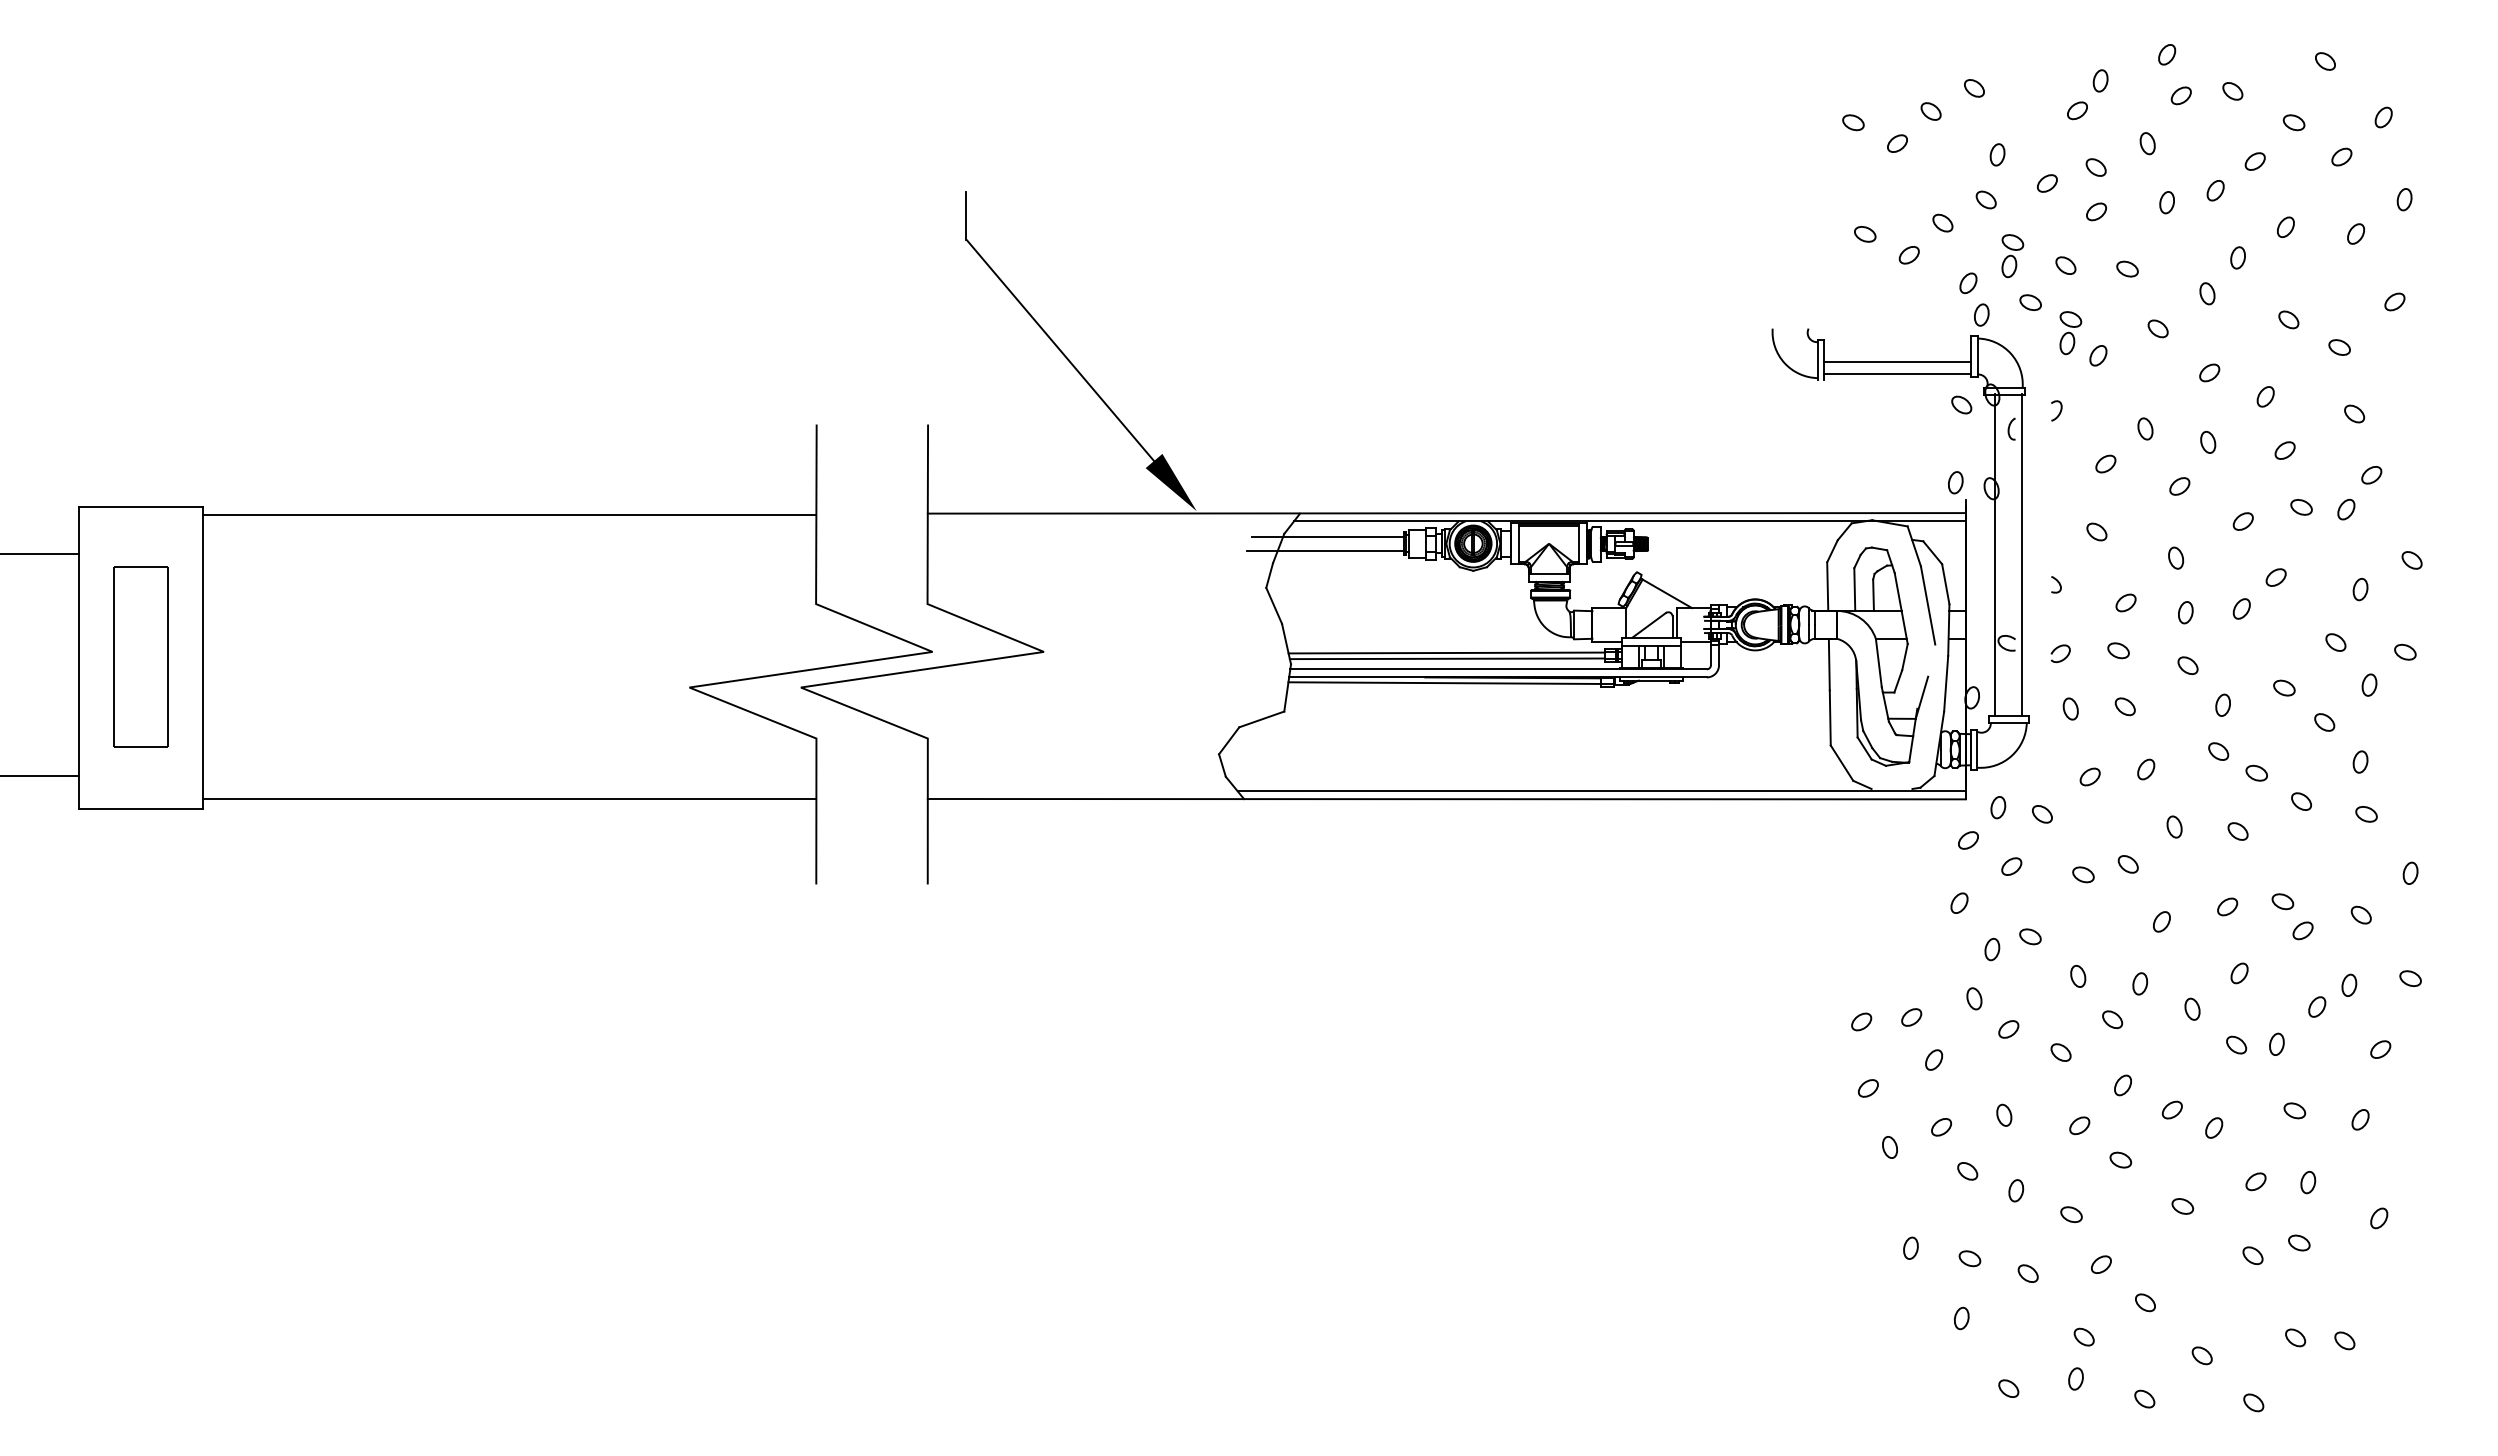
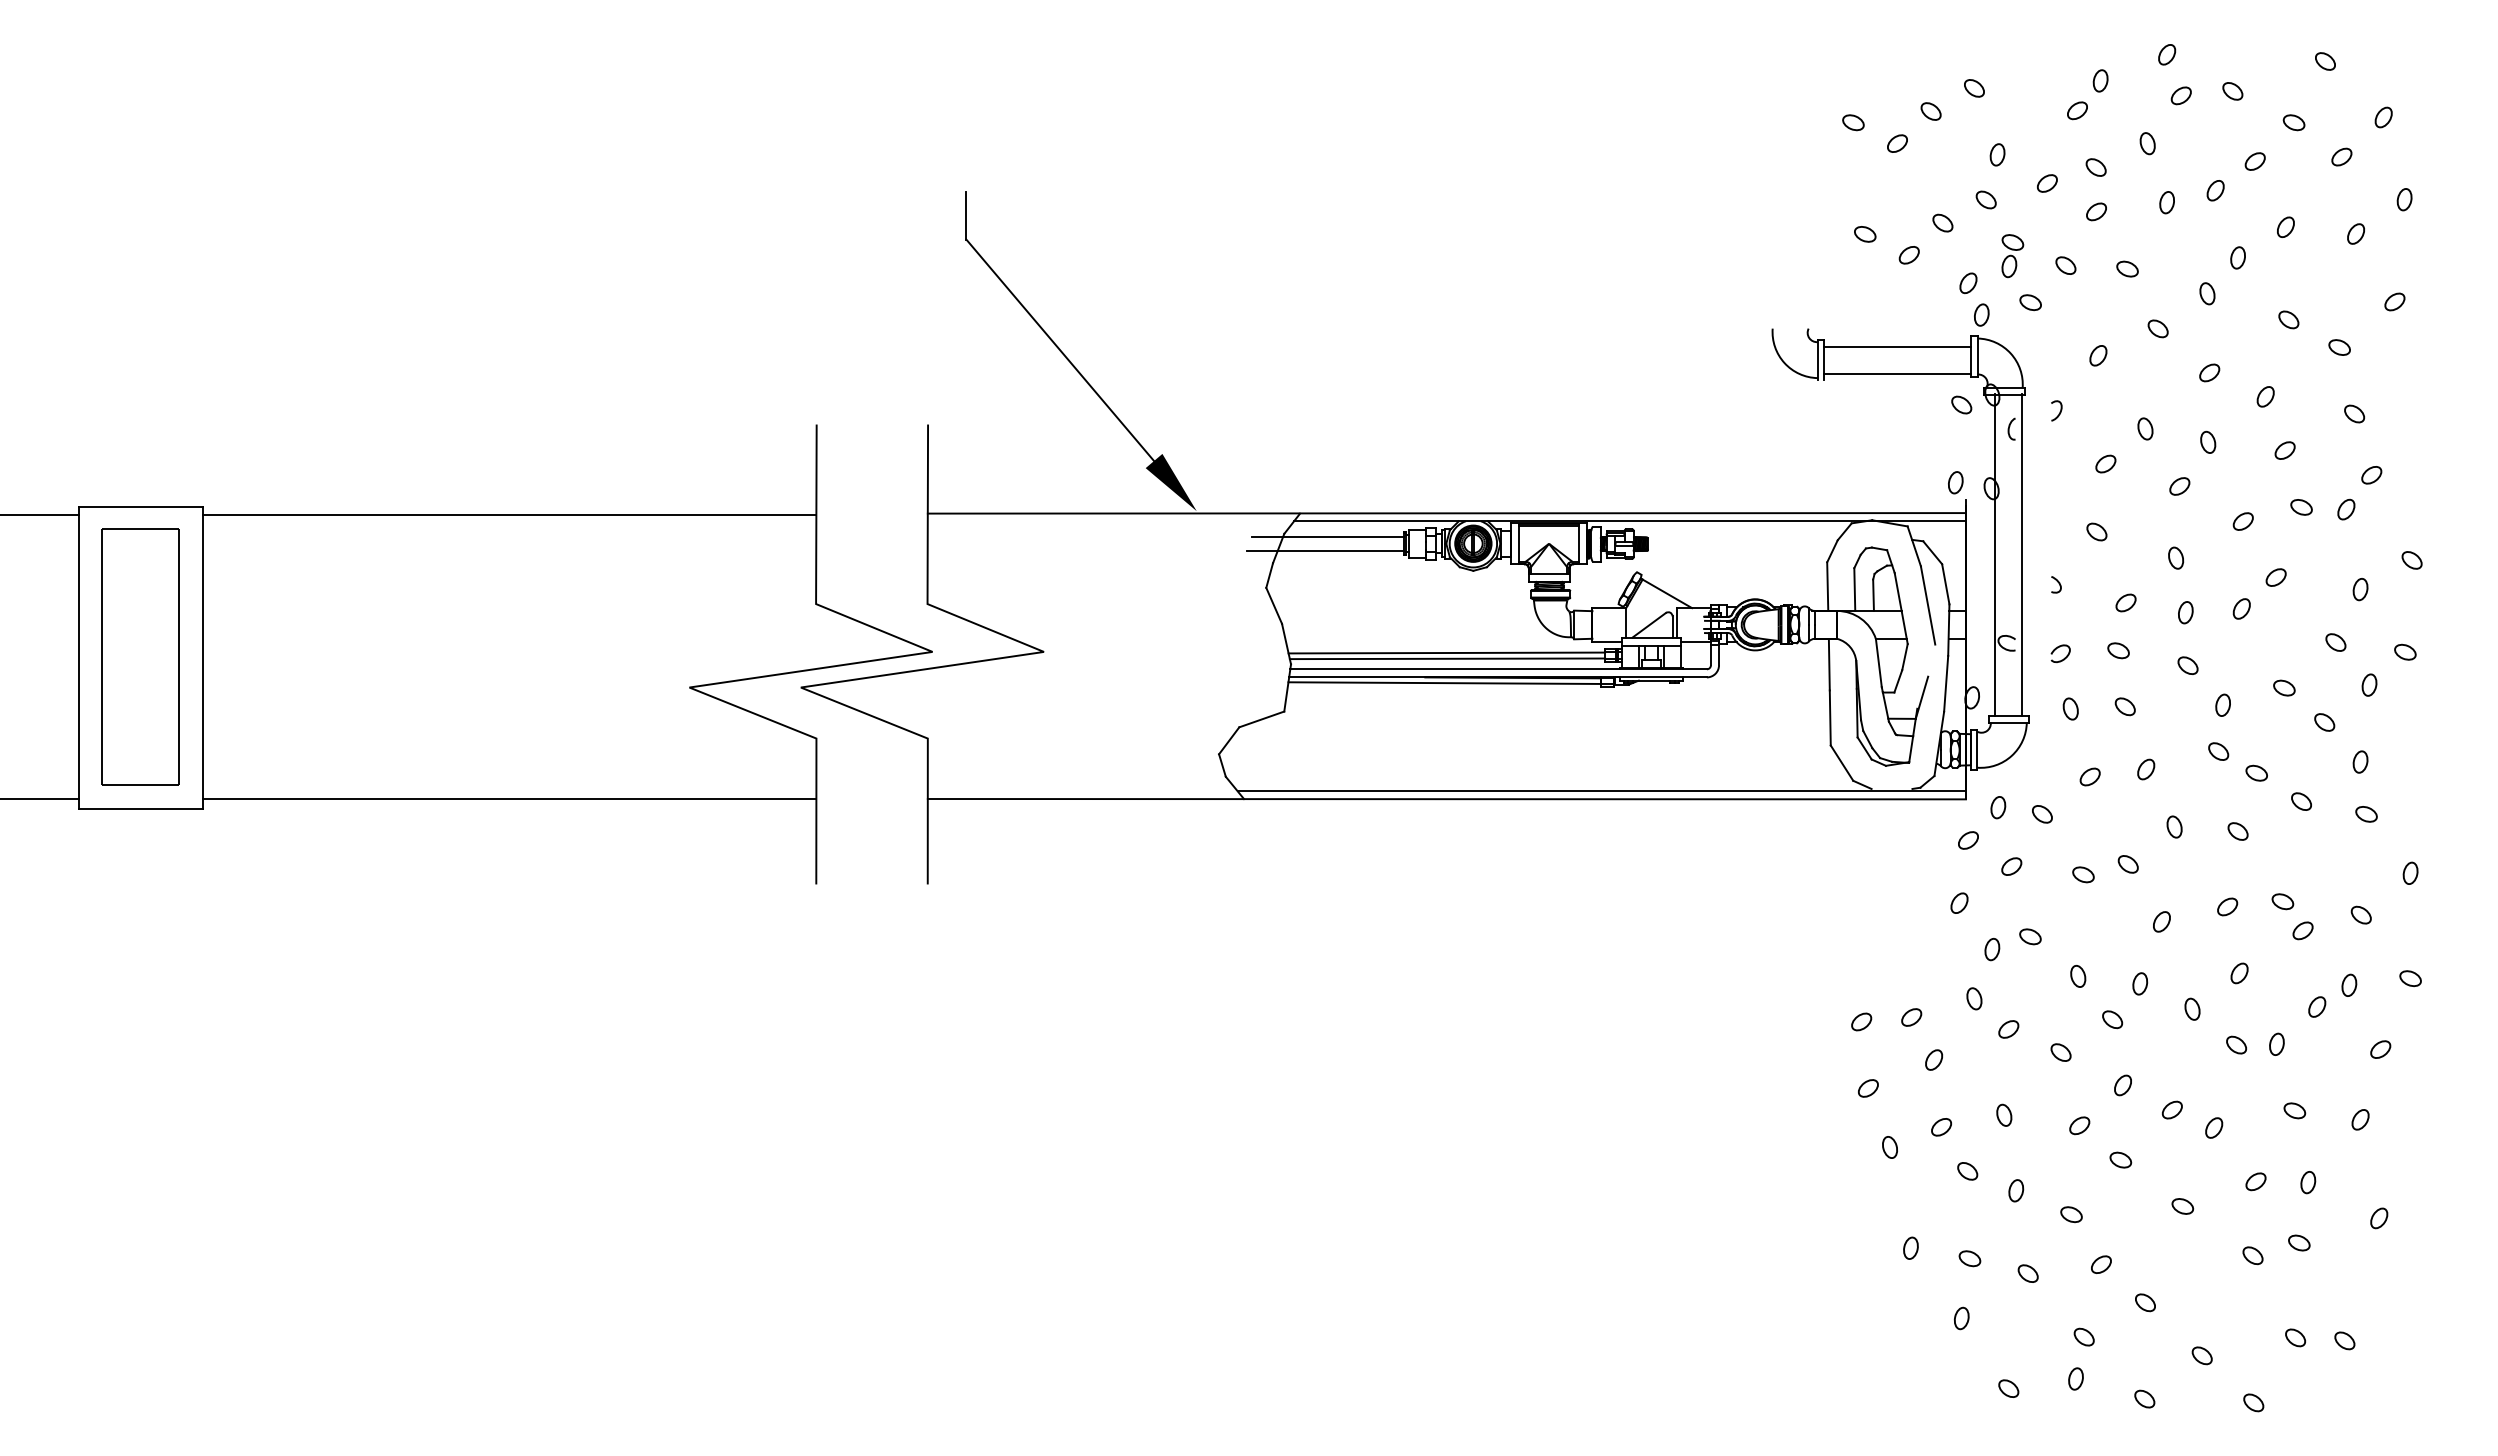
part at (2070, 333): present -> none
line at (1897, 361) position: (1897, 361) -> (1897, 346)
line at (40, 554) position: (40, 554) -> (40, 515)
part at (140, 656) size: 56x182 px -> 79x258 px
line at (40, 776) position: (40, 776) -> (40, 799)
